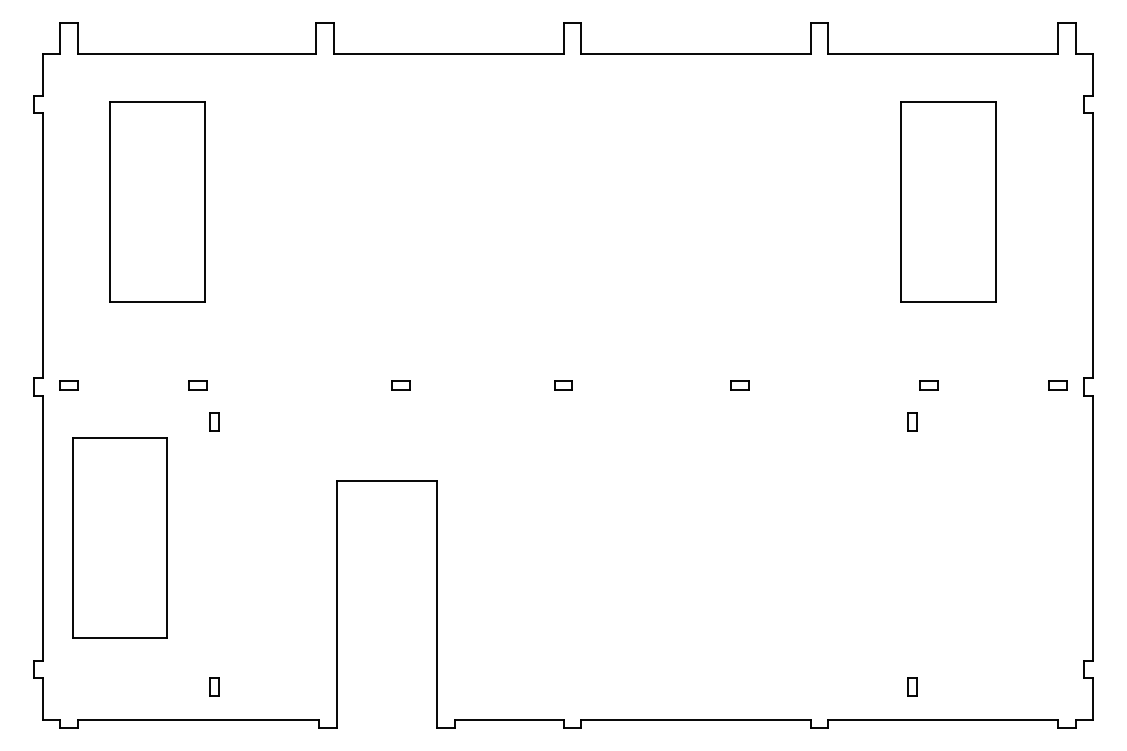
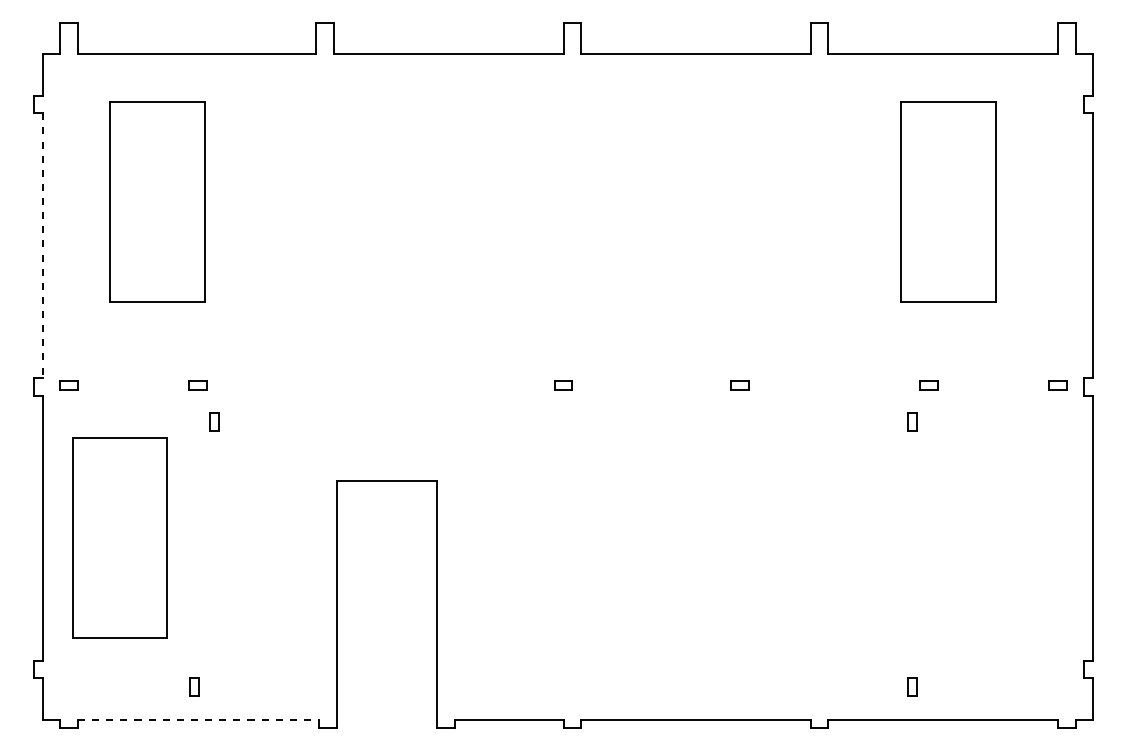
line at (42, 246): solid -> dashed
part at (400, 385): present -> none
part at (214, 686) position: (214, 686) -> (194, 686)
line at (198, 719): solid -> dashed
